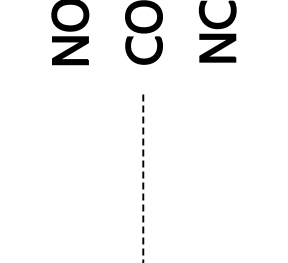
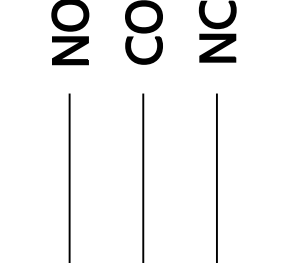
line at (69, 176): none -> present
line at (216, 176): none -> present
line at (143, 178): dashed -> solid
